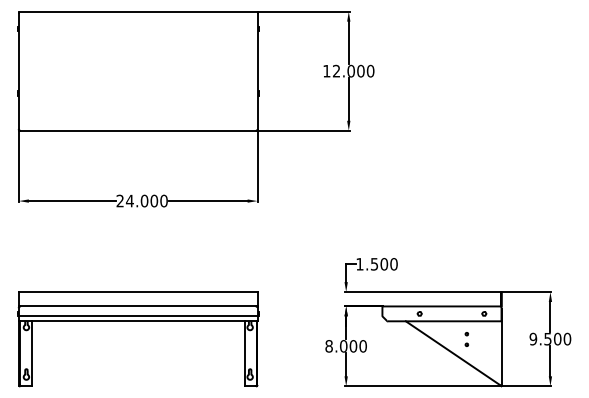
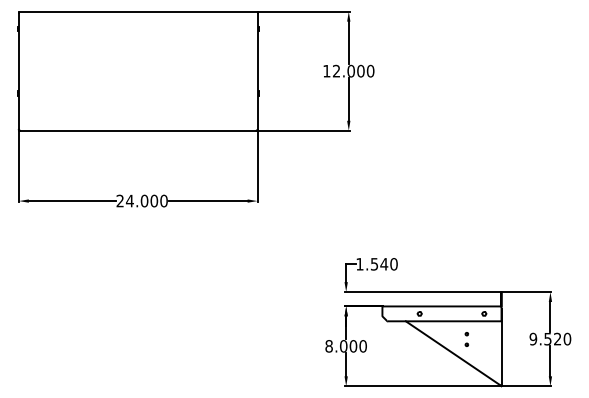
text at (384, 264): 1.500 -> 1.540
part at (138, 321): present -> none
text at (557, 338): 9.500 -> 9.520
